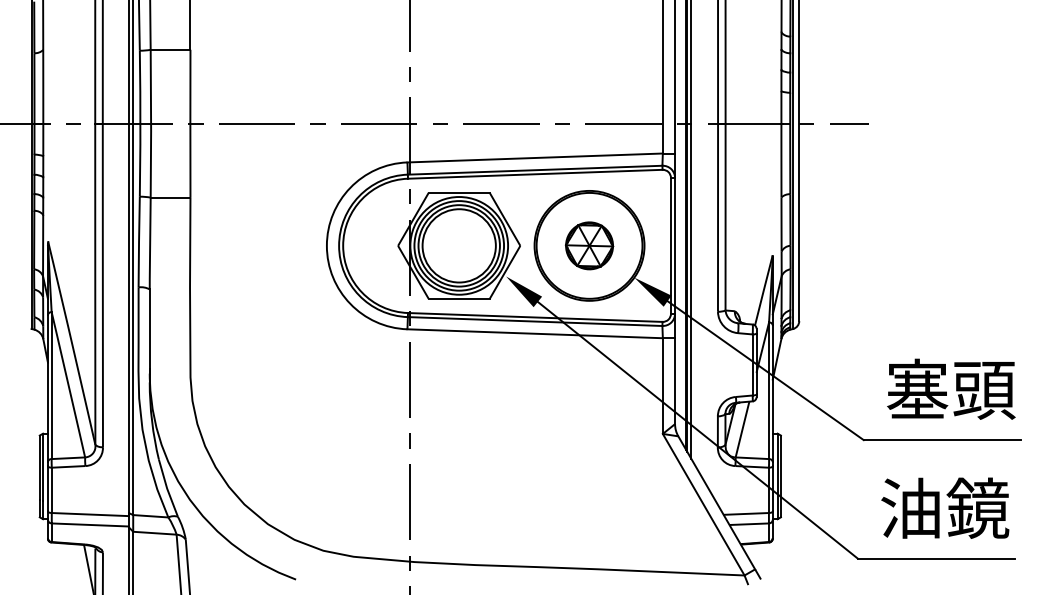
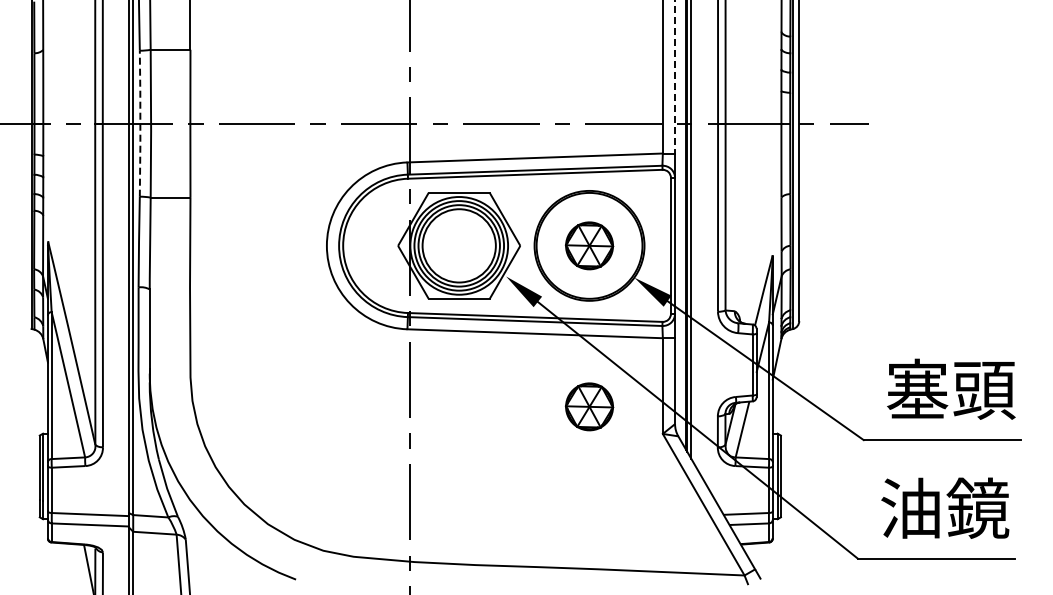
line at (675, 76): solid -> dashed
line at (140, 123): solid -> dashed
part at (589, 406): none -> present
